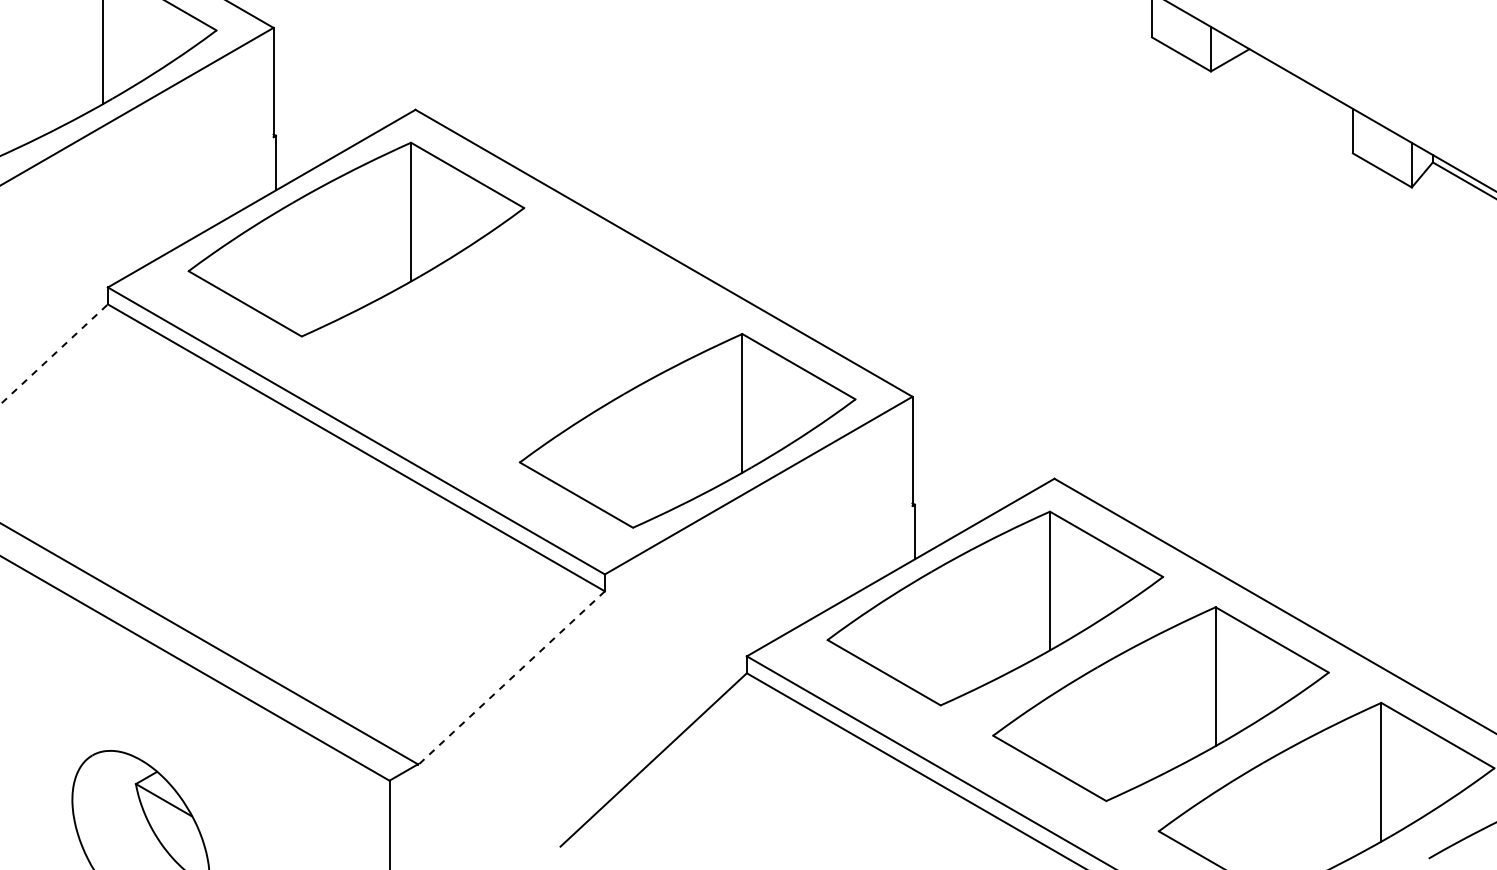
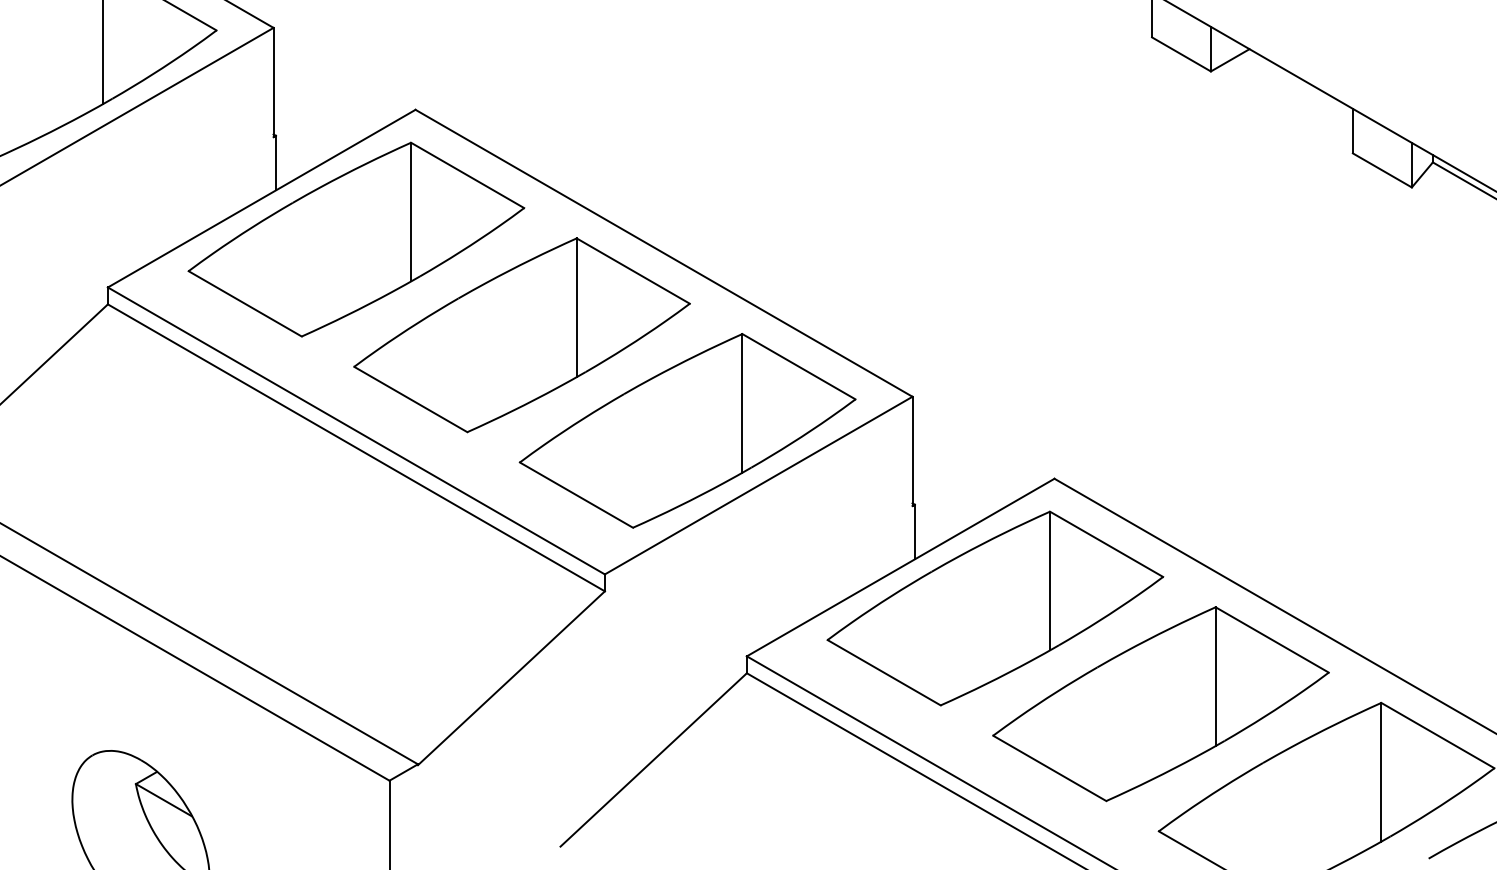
part at (521, 335): none -> present
line at (54, 354): dashed -> solid
line at (511, 678): dashed -> solid
